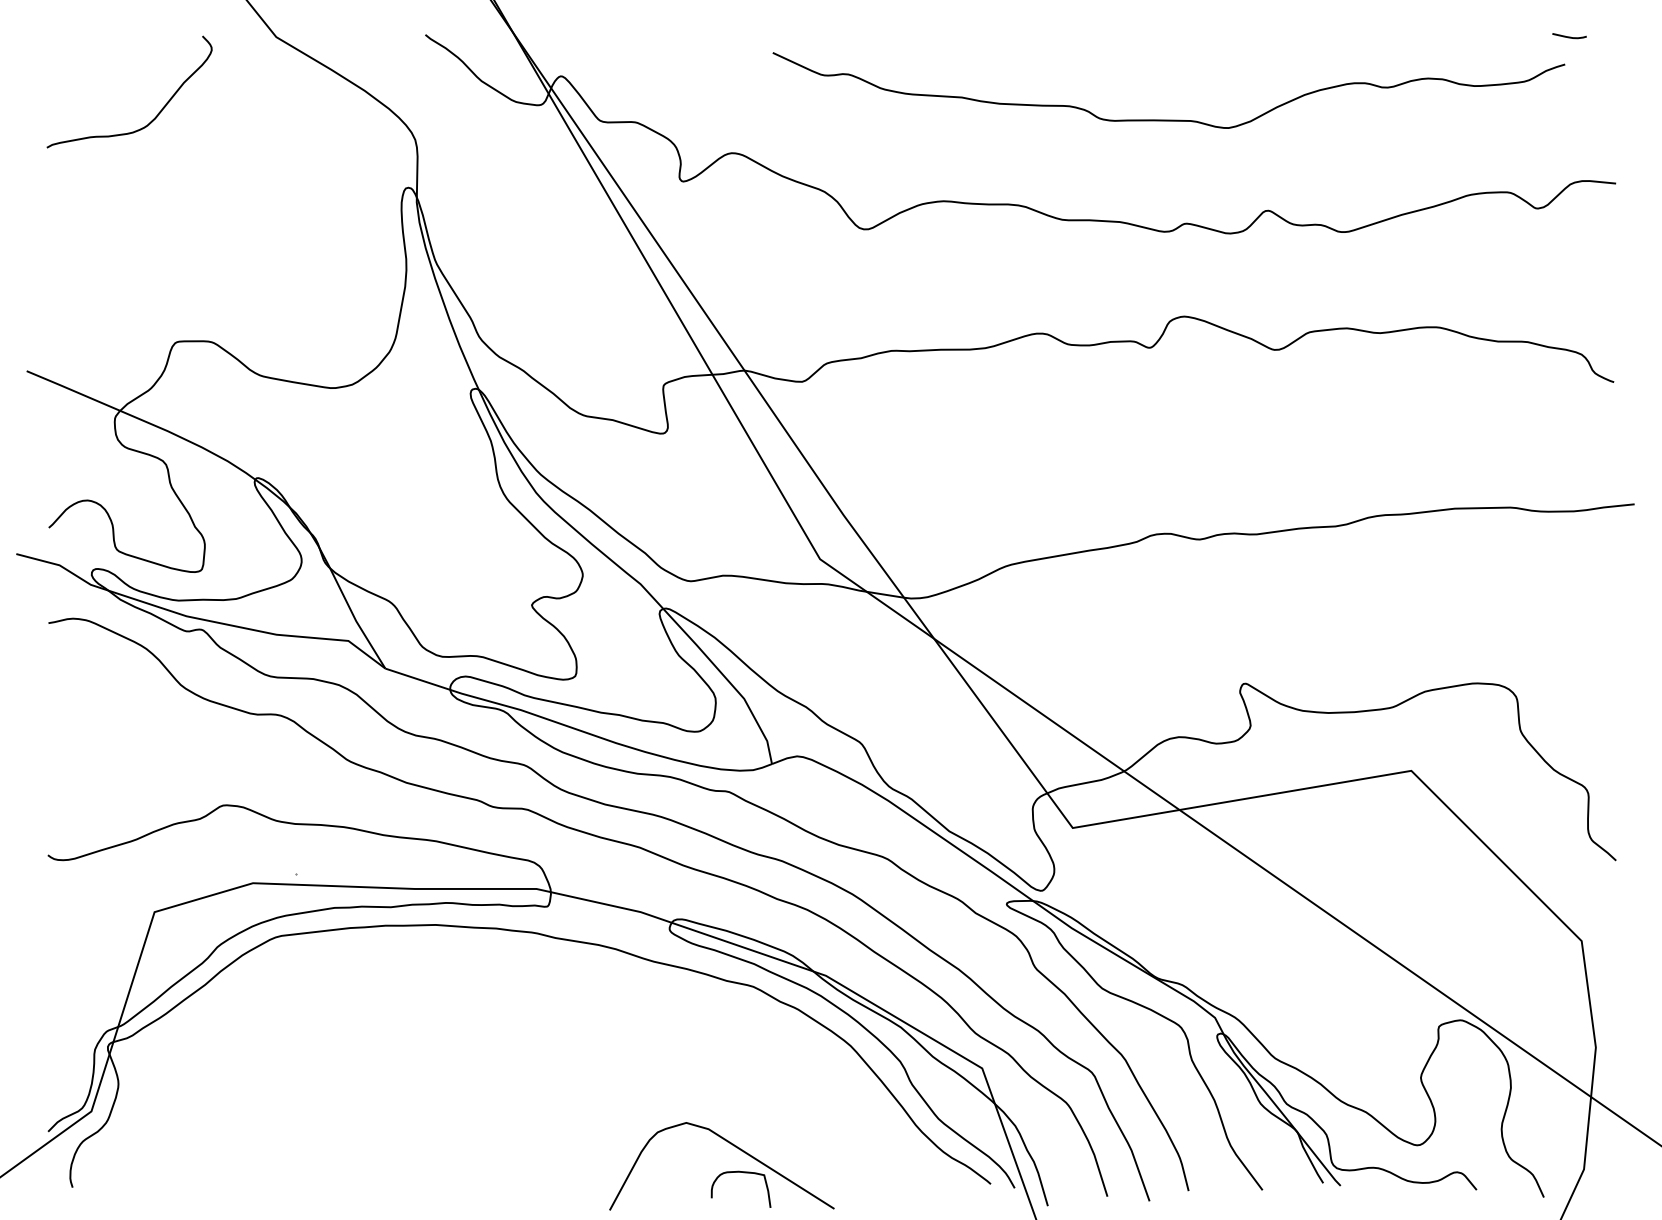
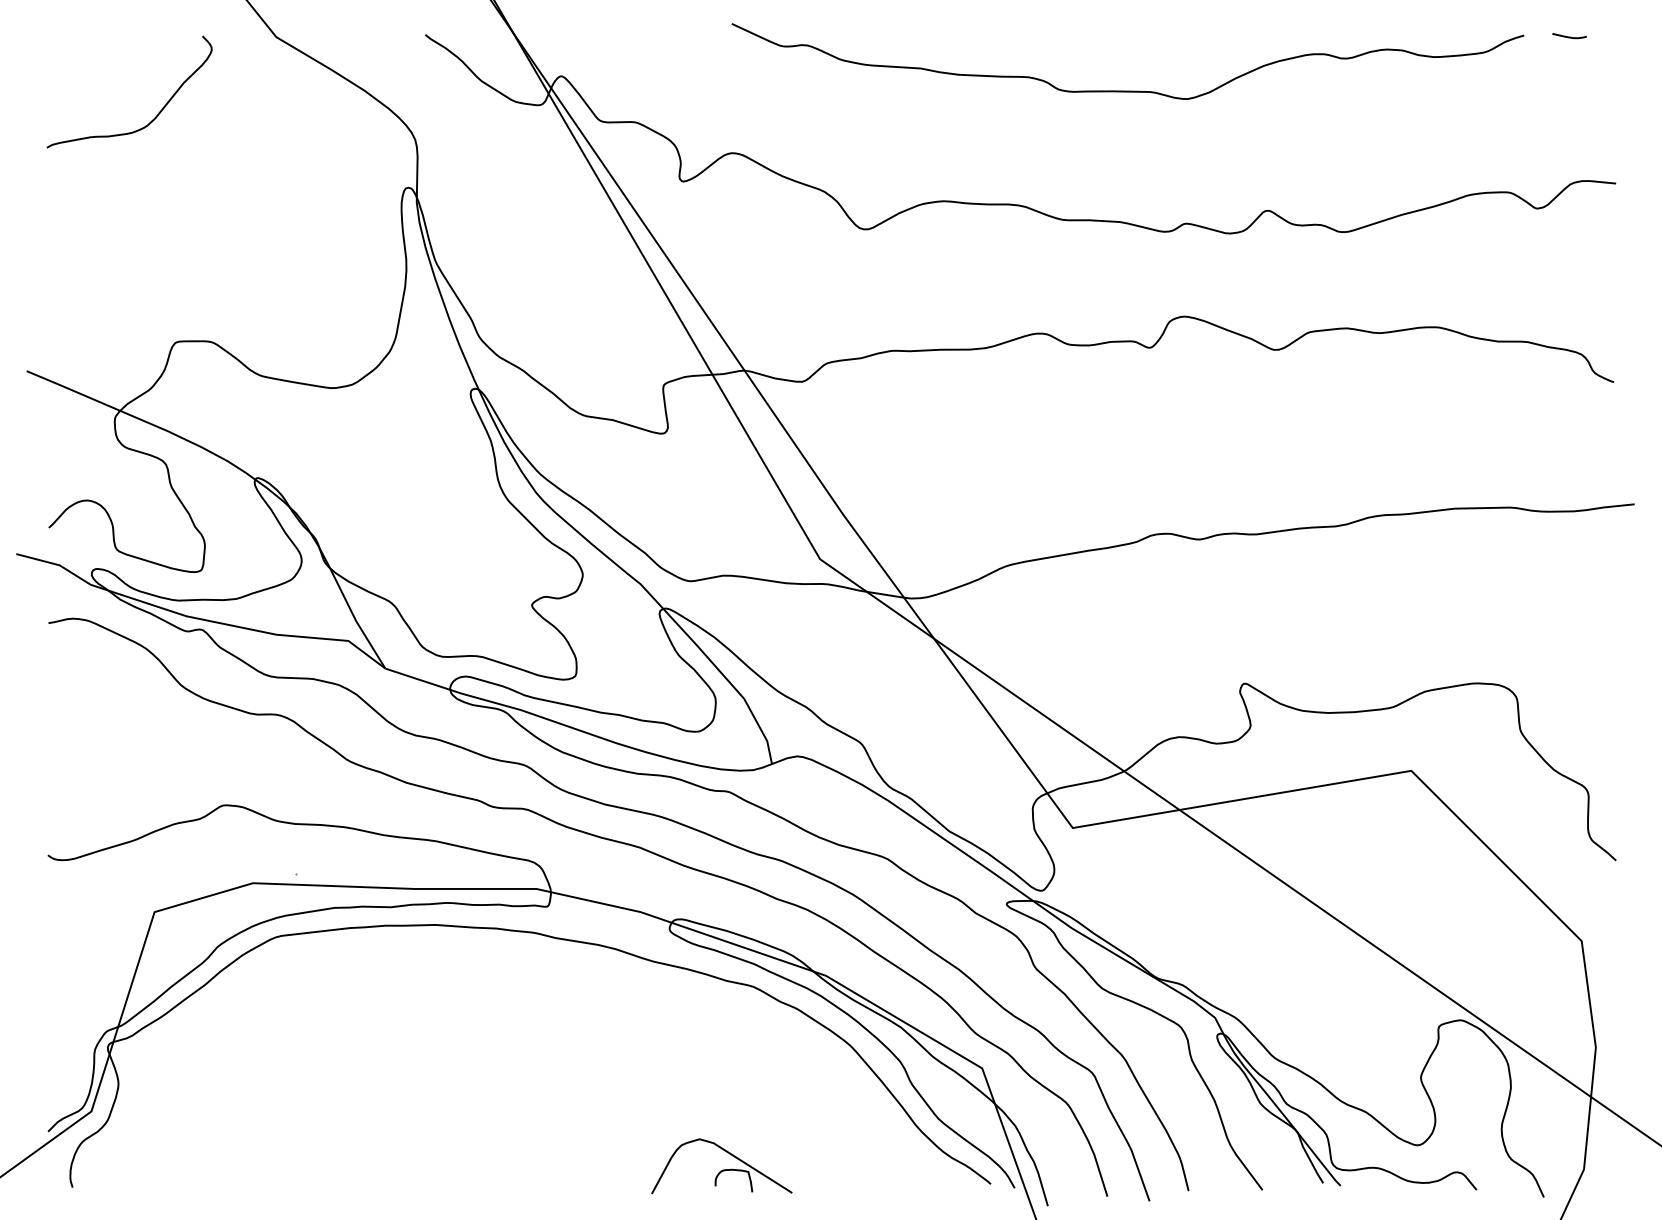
curve at (1168, 119) position: (1168, 119) -> (1127, 90)
part at (721, 1166) size: 226x89 px -> 142x57 px
